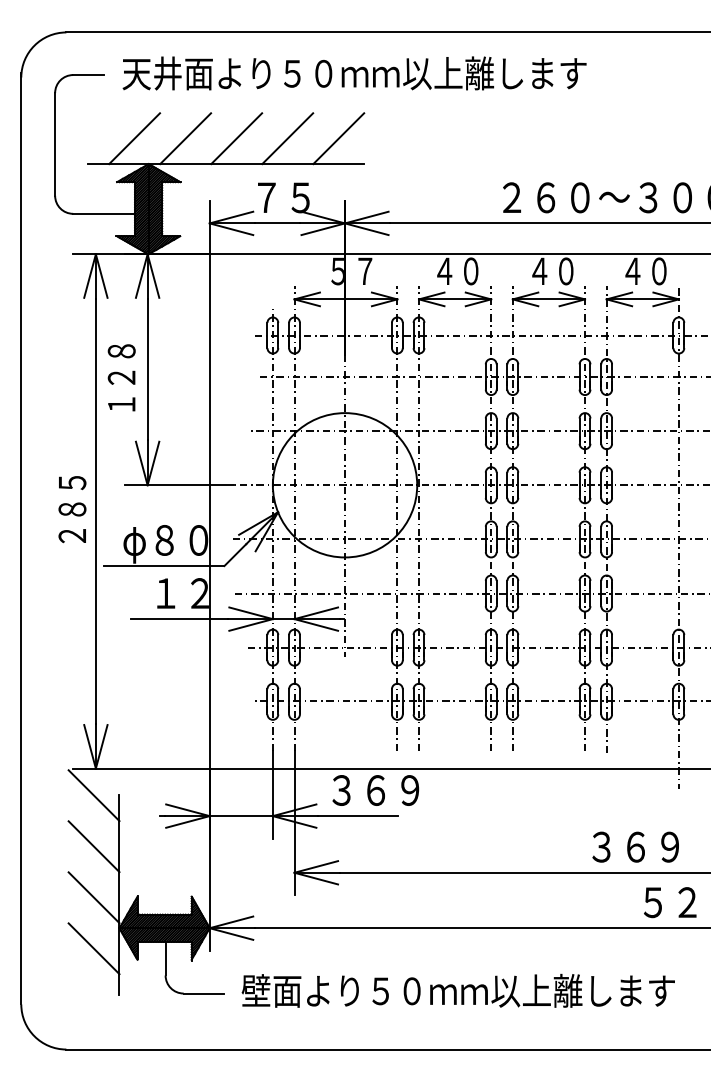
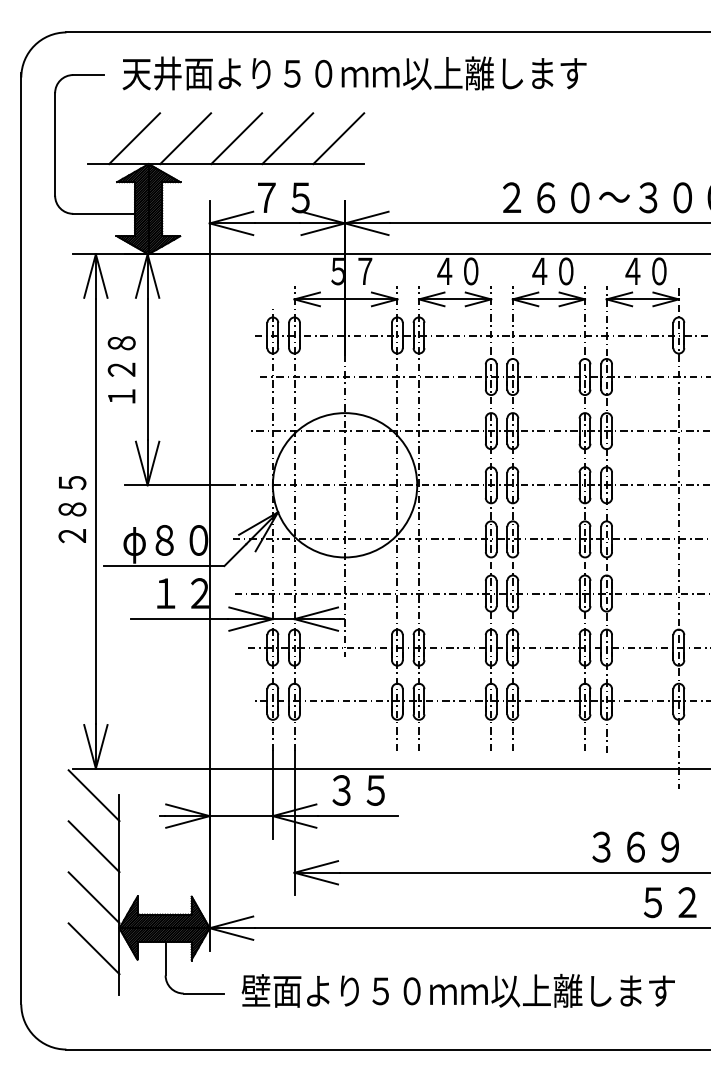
text at (121, 377) position: (121, 377) -> (121, 369)
text at (392, 790): ３６９ -> ３５
